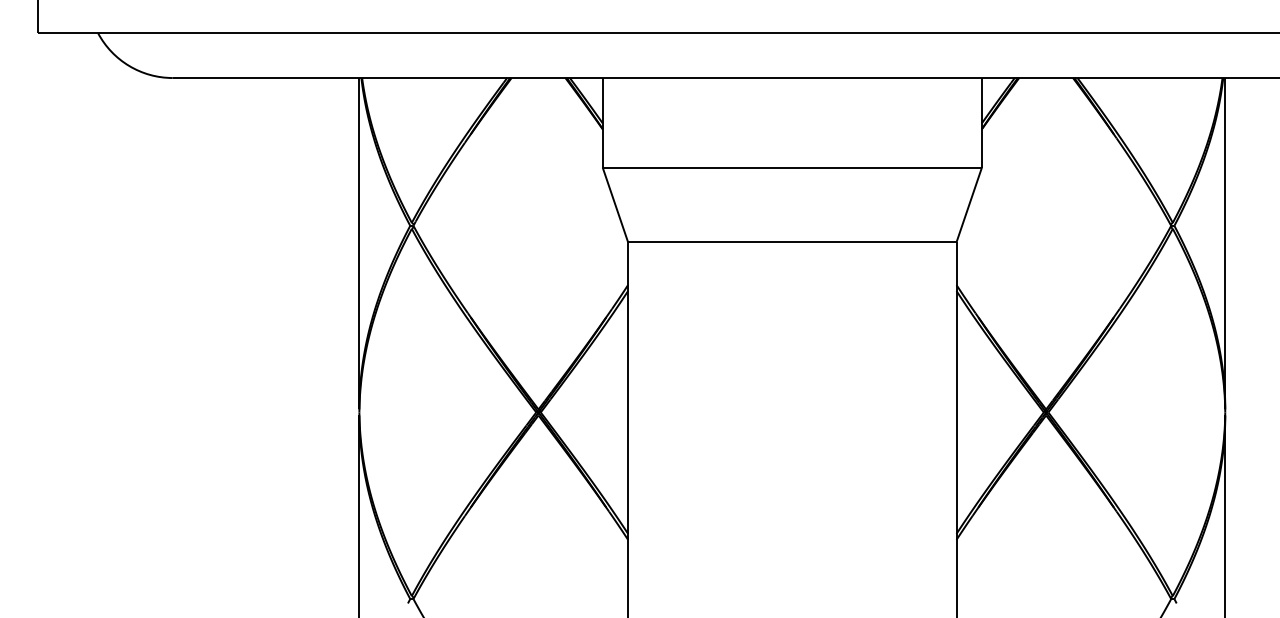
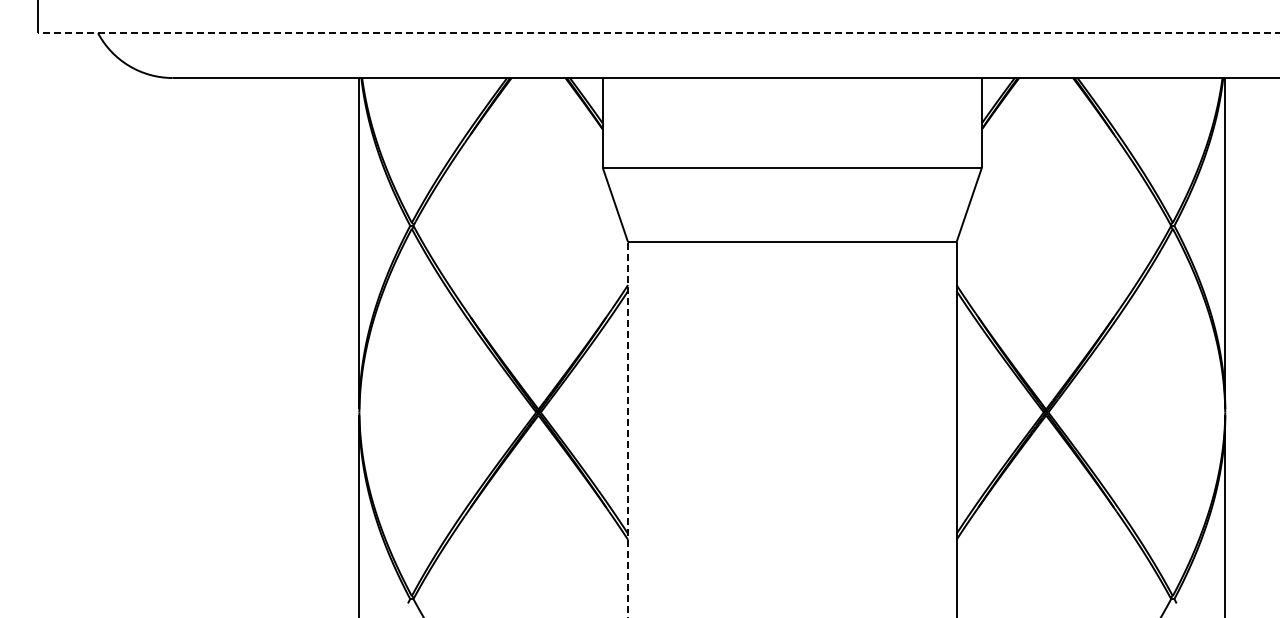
line at (658, 33): solid -> dashed
line at (628, 429): solid -> dashed
